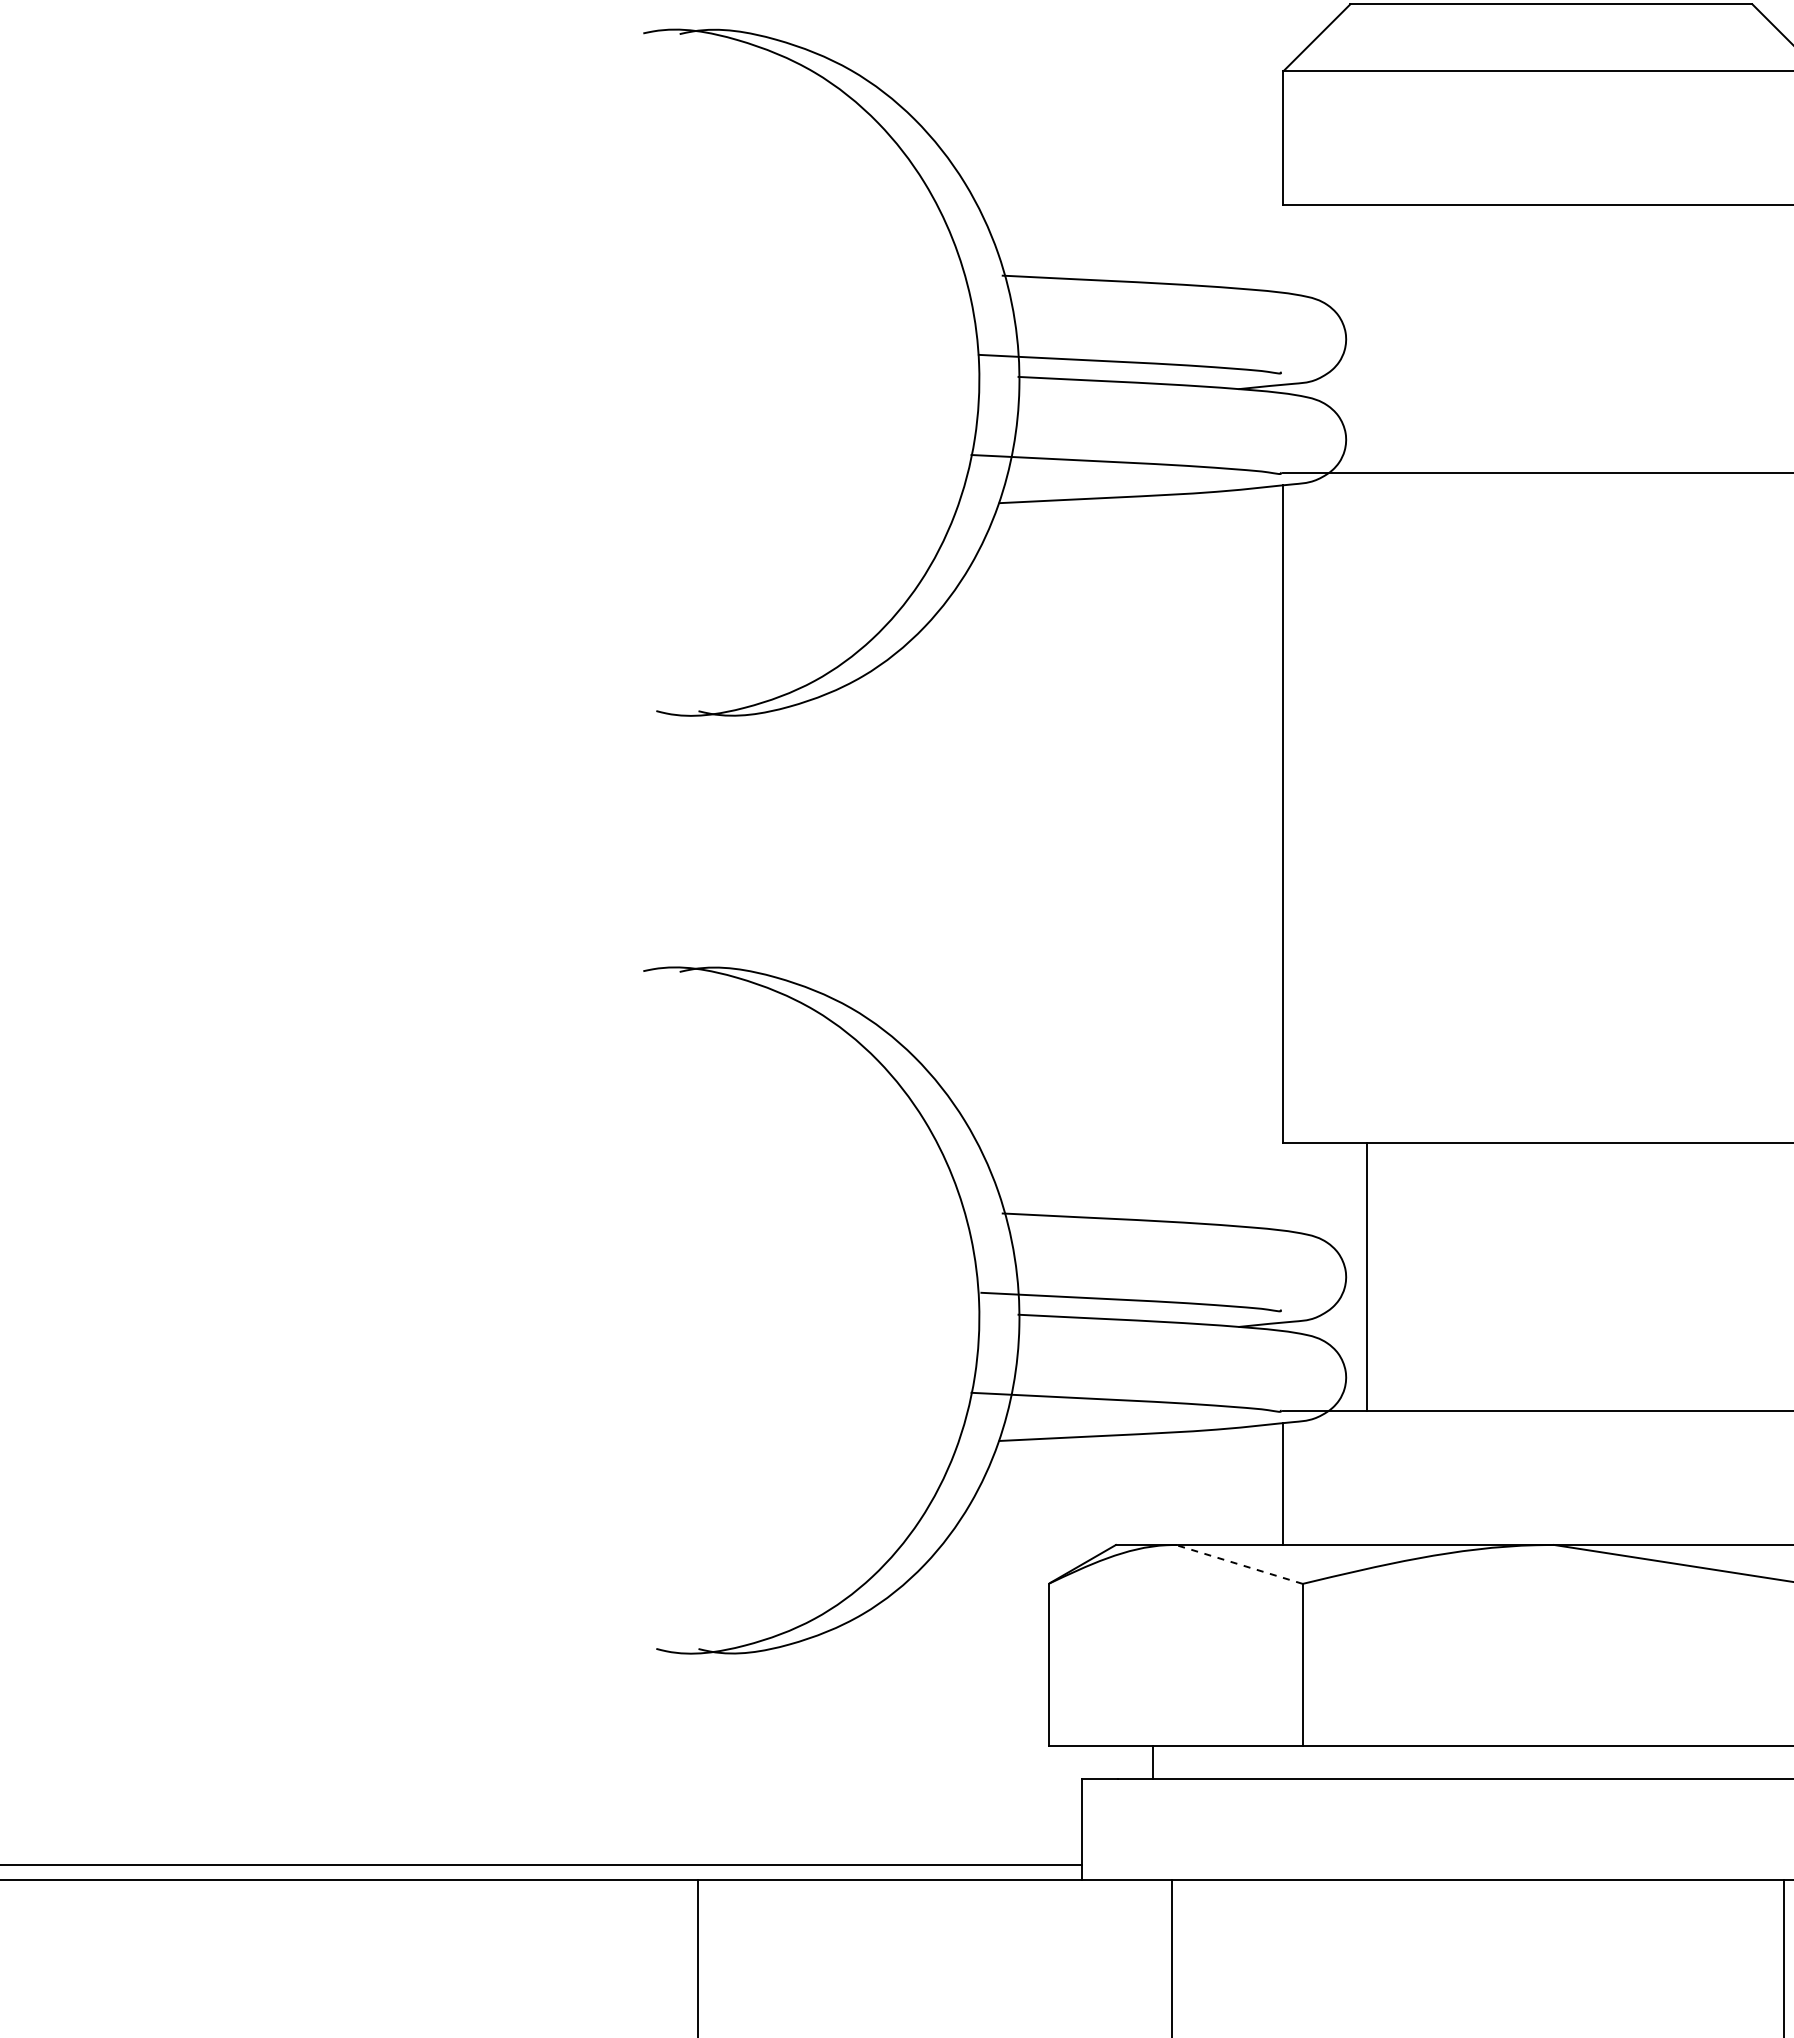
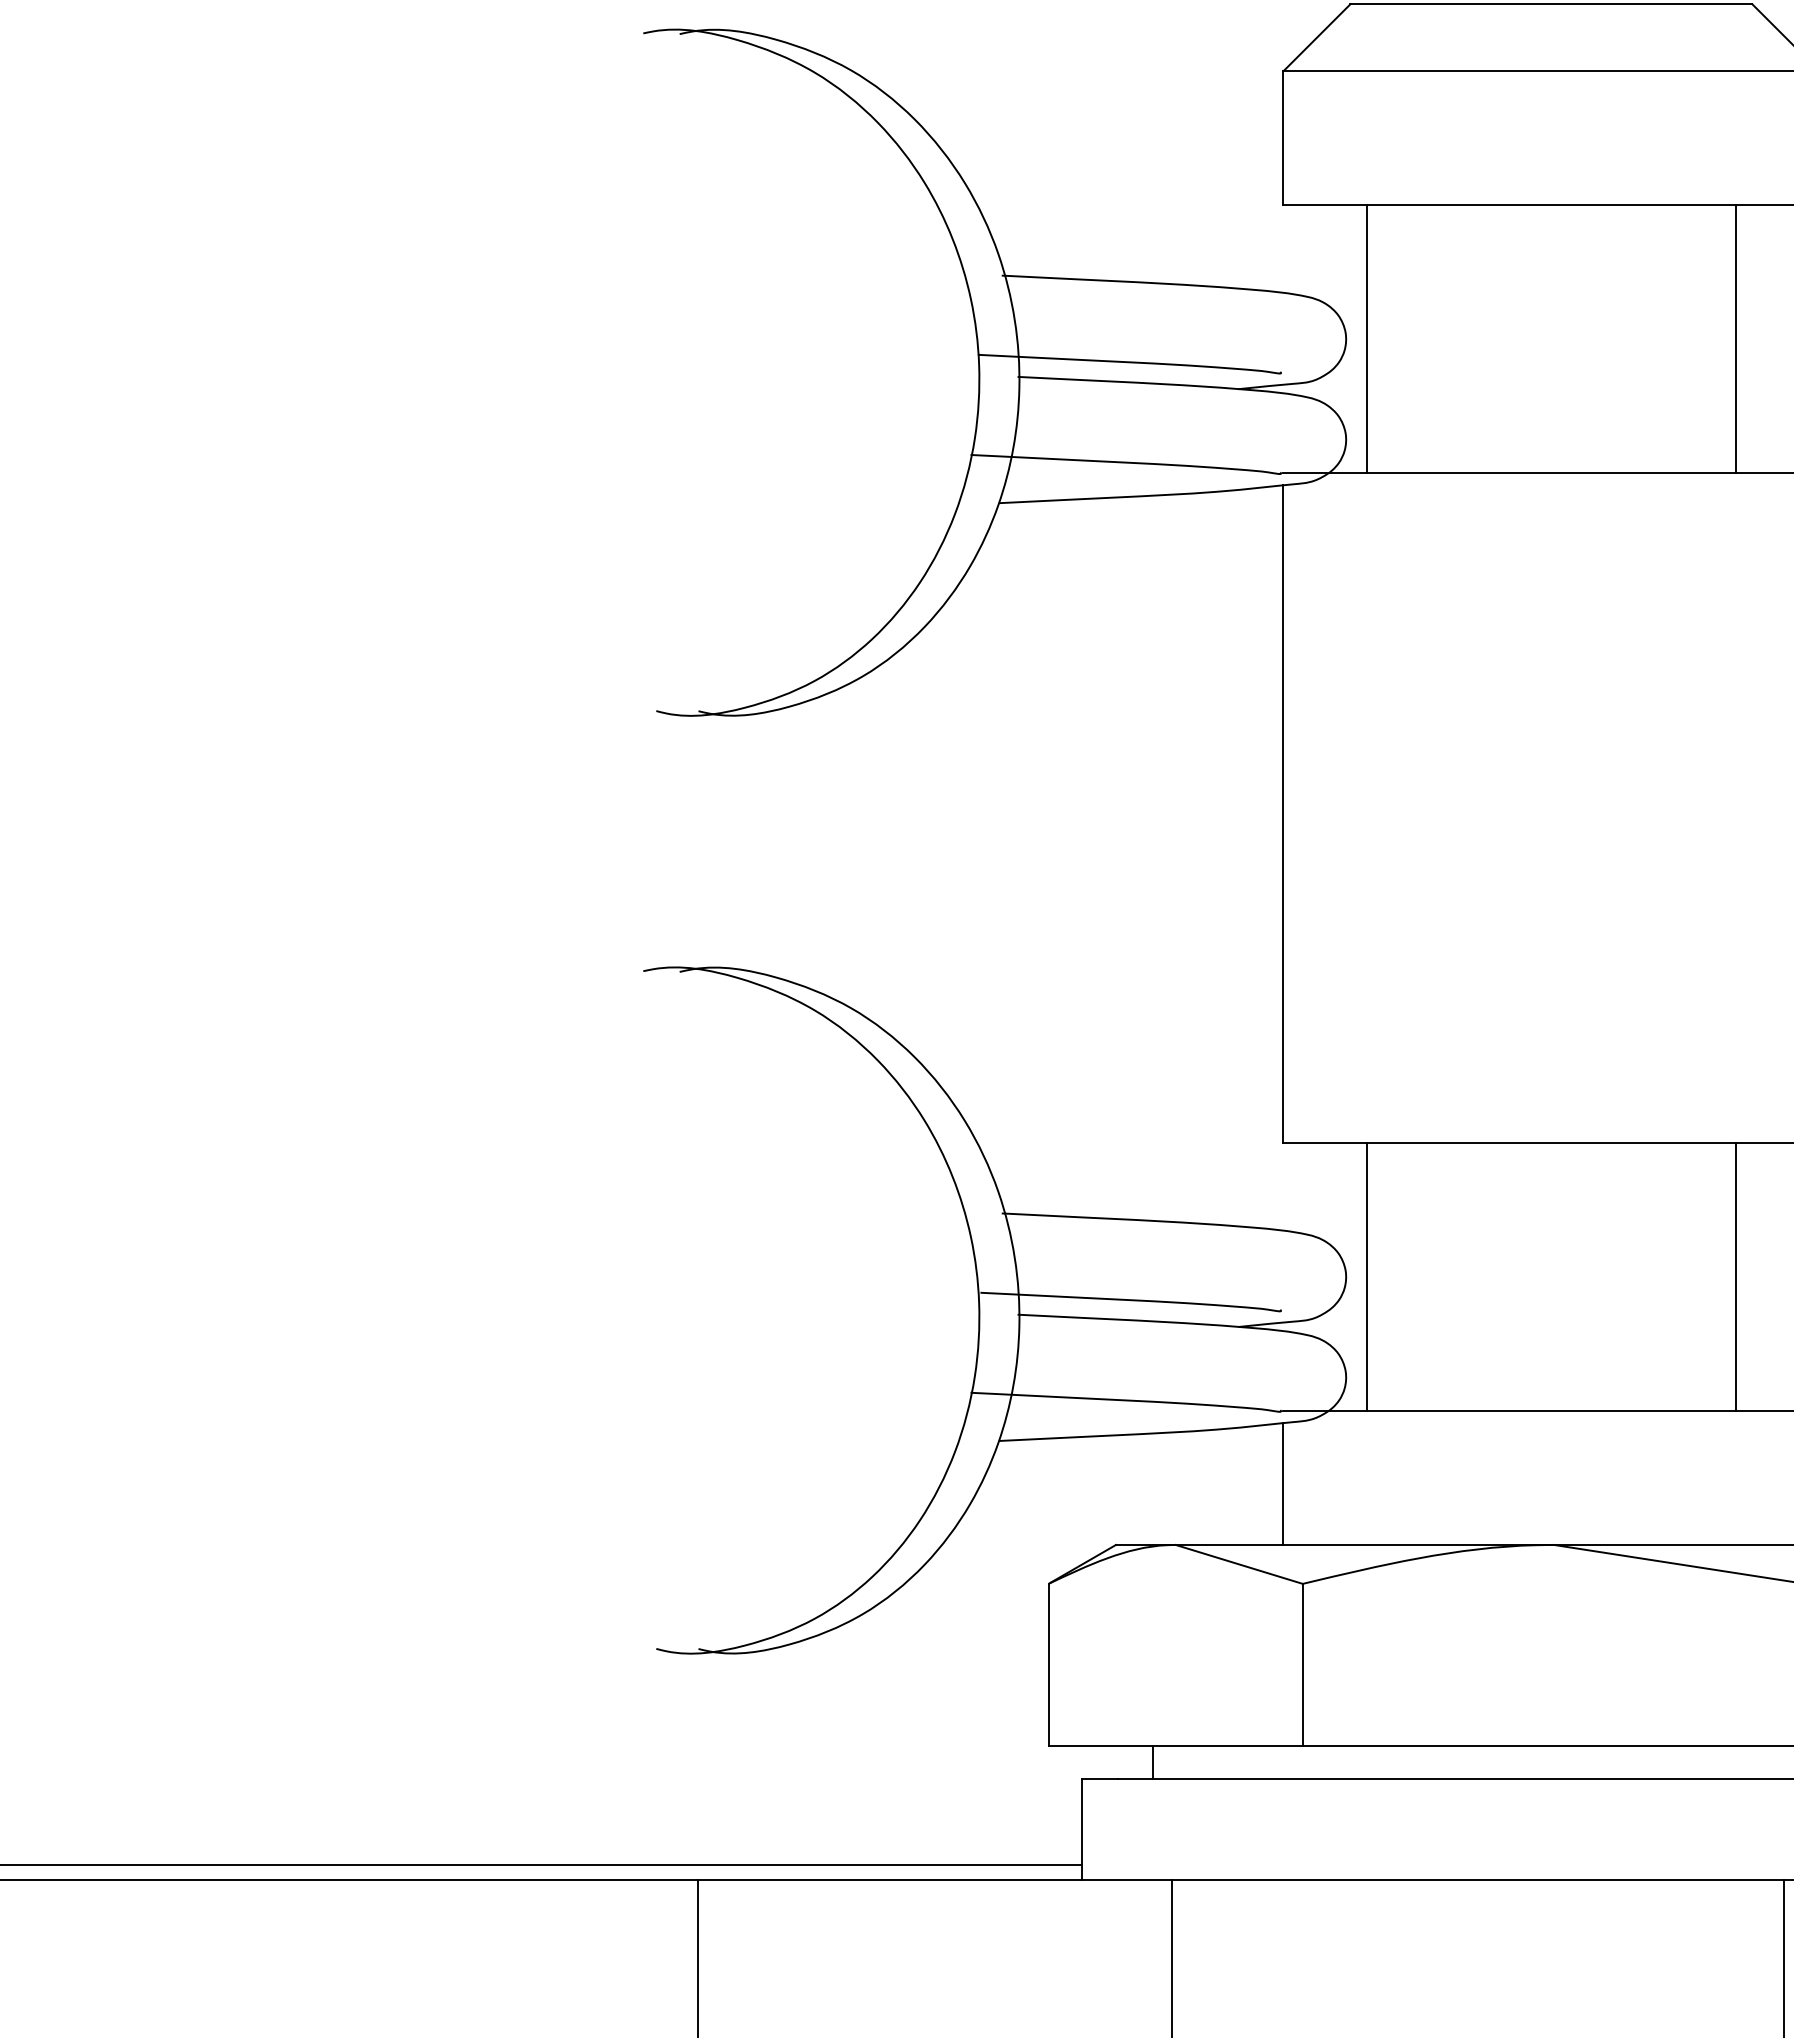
line at (1367, 339): none -> present
line at (1735, 339): none -> present
line at (1735, 1277): none -> present
line at (1238, 1564): dashed -> solid
